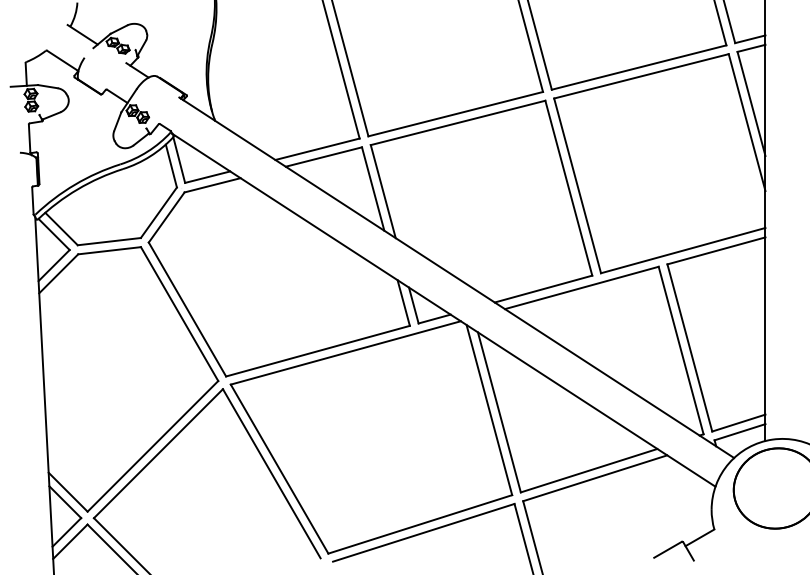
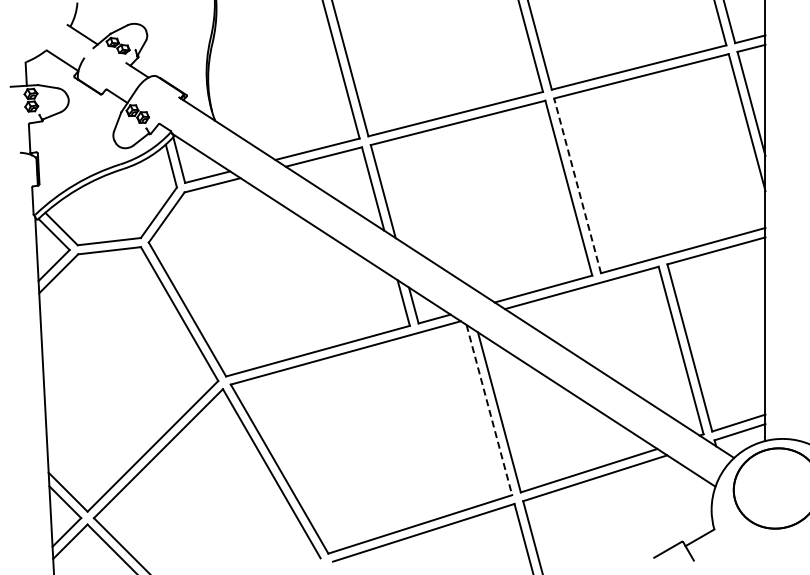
line at (577, 185): solid -> dashed
line at (489, 410): solid -> dashed
